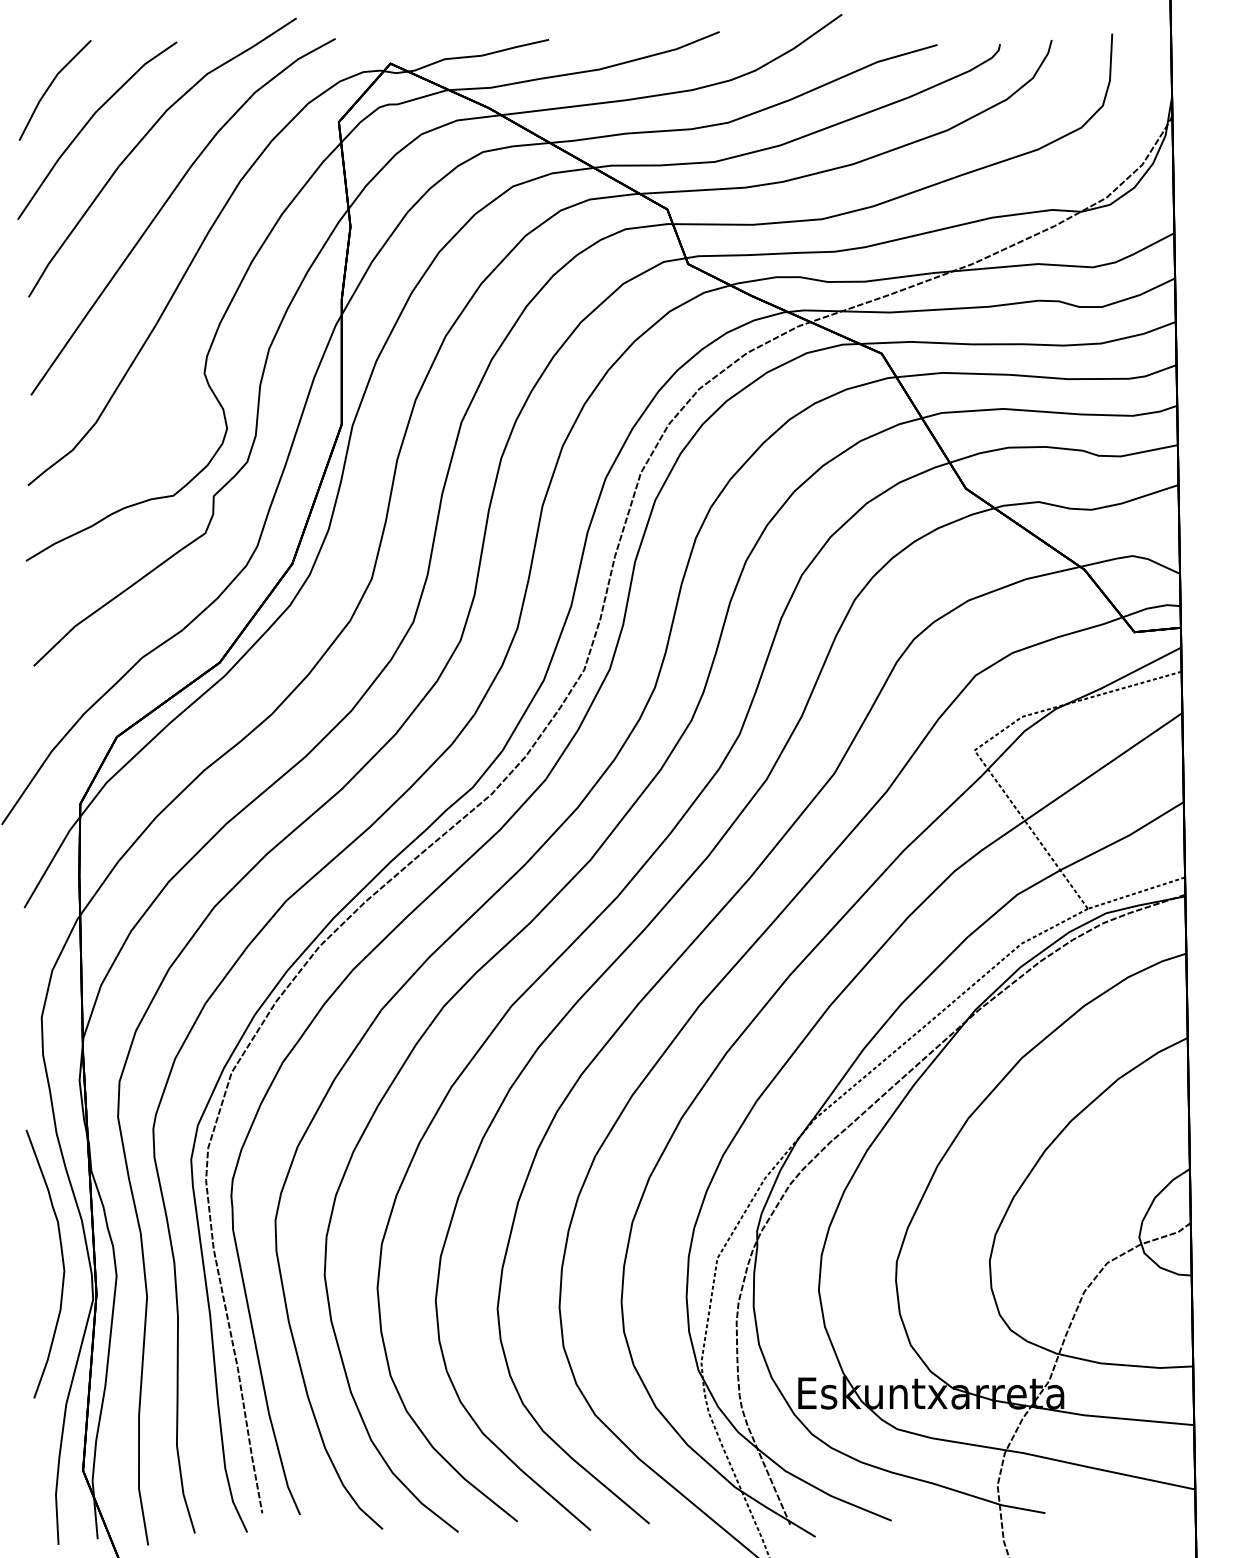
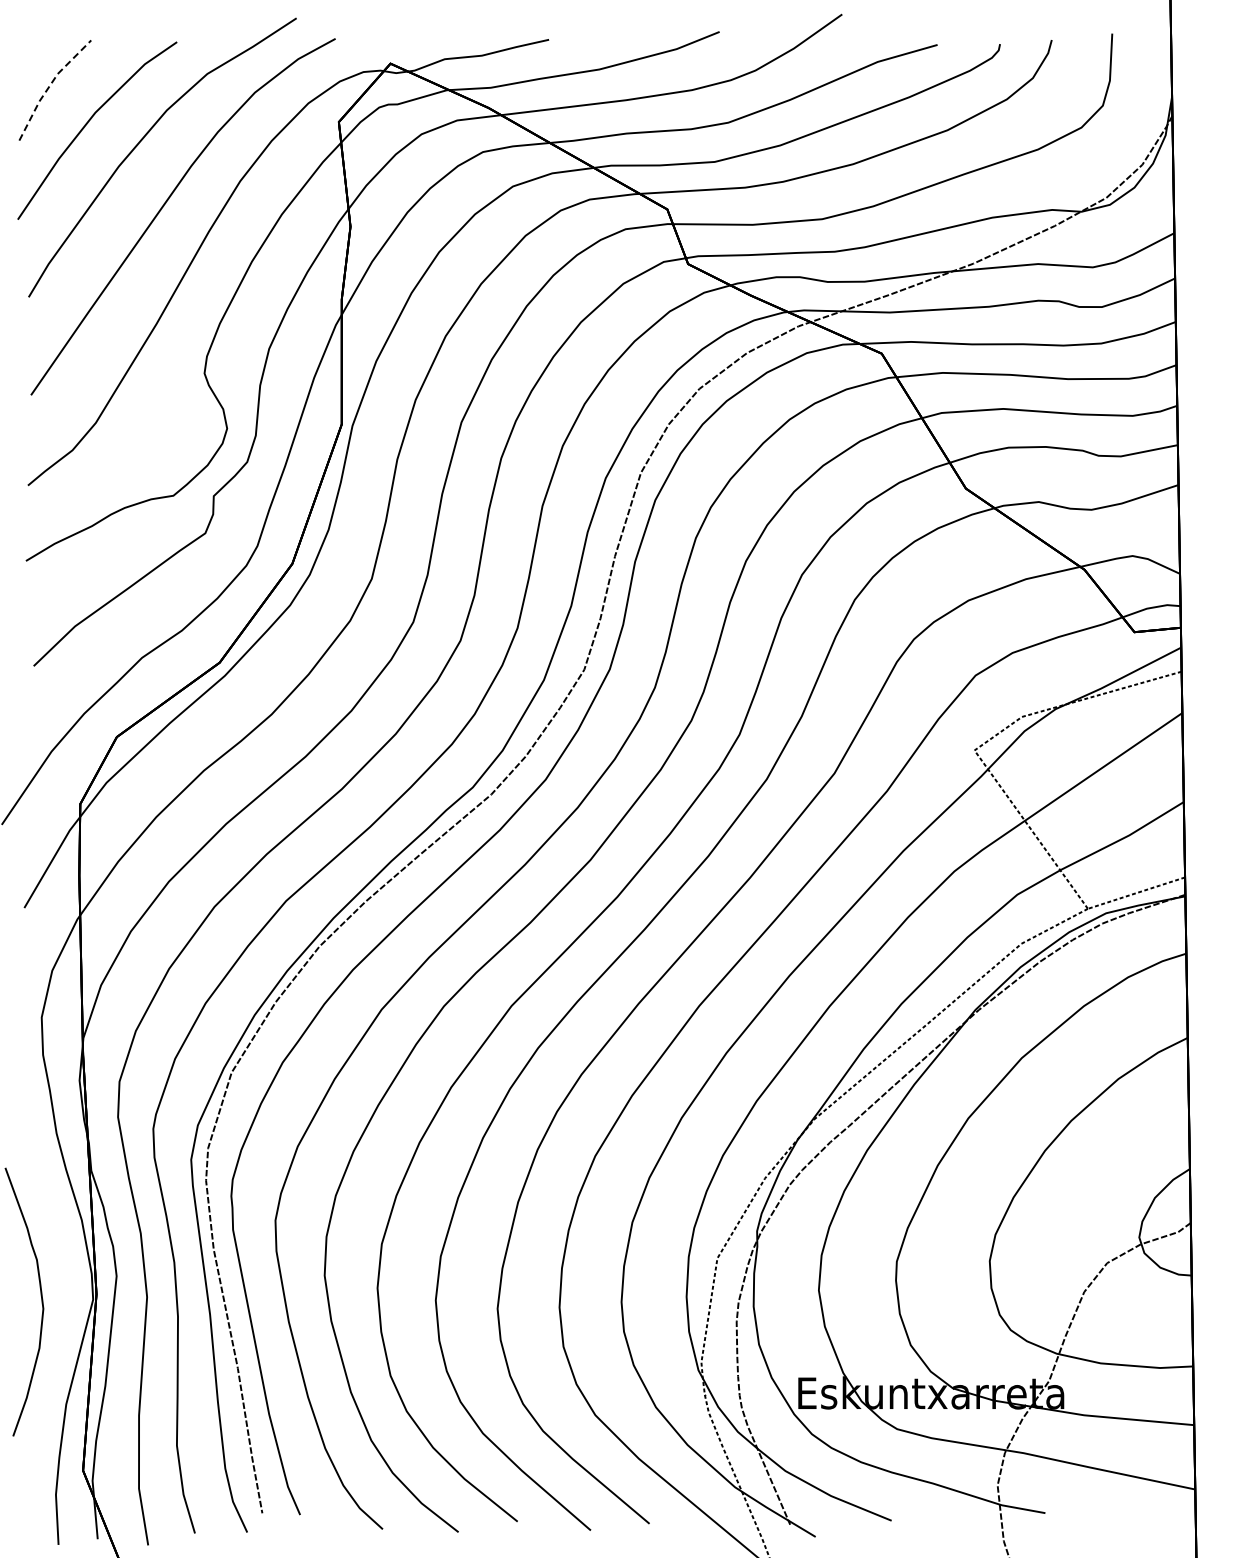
line at (49, 86): solid -> dashed
curve at (62, 1263) position: (62, 1263) -> (41, 1301)
